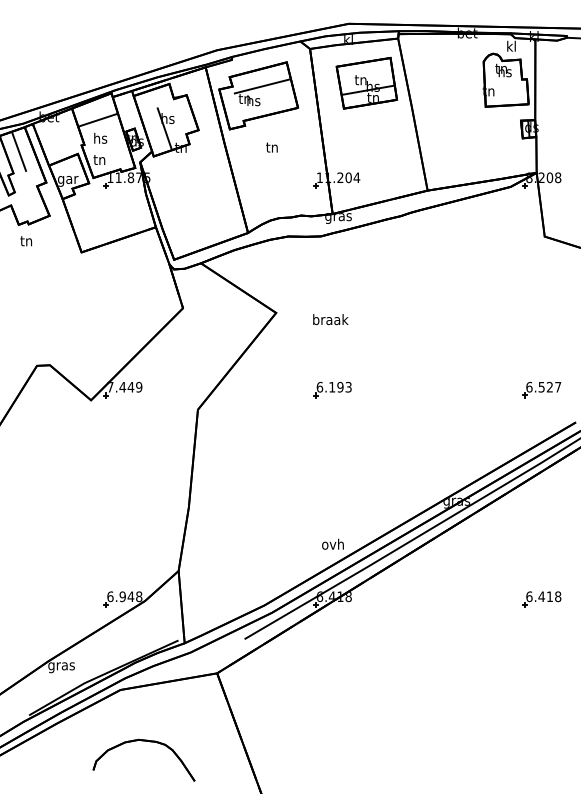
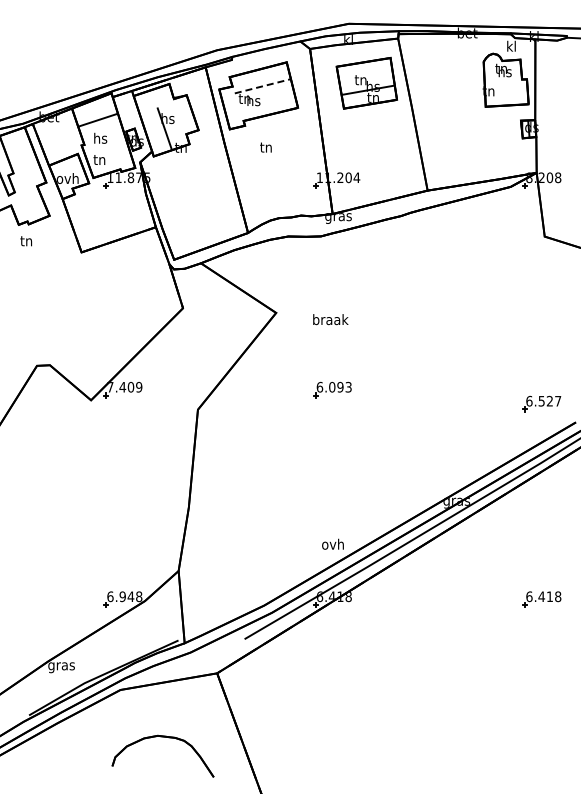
line at (262, 86): solid -> dashed
text at (271, 147) position: (271, 147) -> (265, 147)
line at (19, 151): present -> none
text at (67, 179): gar -> ovh
text at (332, 386): 6.193 -> 6.093
text at (130, 387): 7.449 -> 7.409
part at (541, 389) position: (541, 389) -> (541, 403)
part at (143, 741) position: (143, 741) -> (162, 737)
